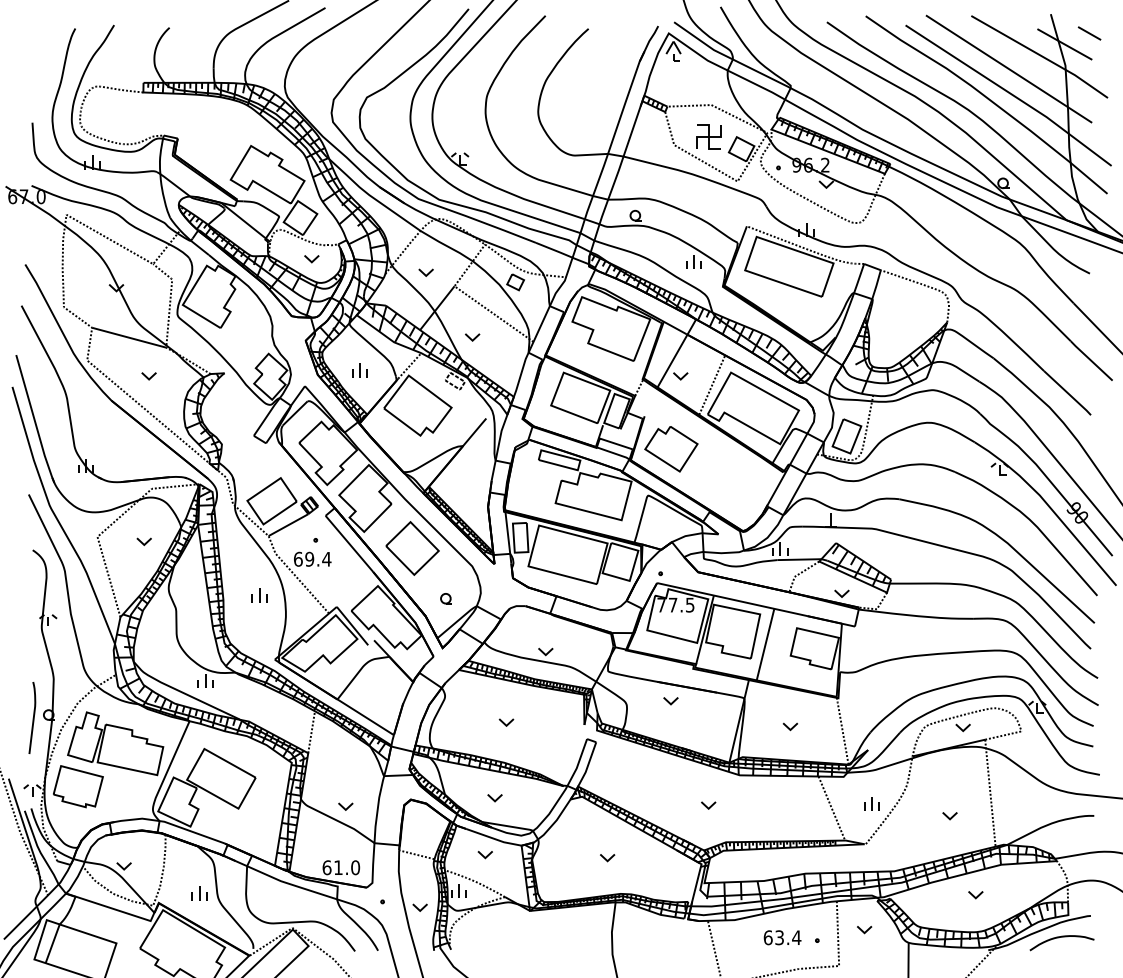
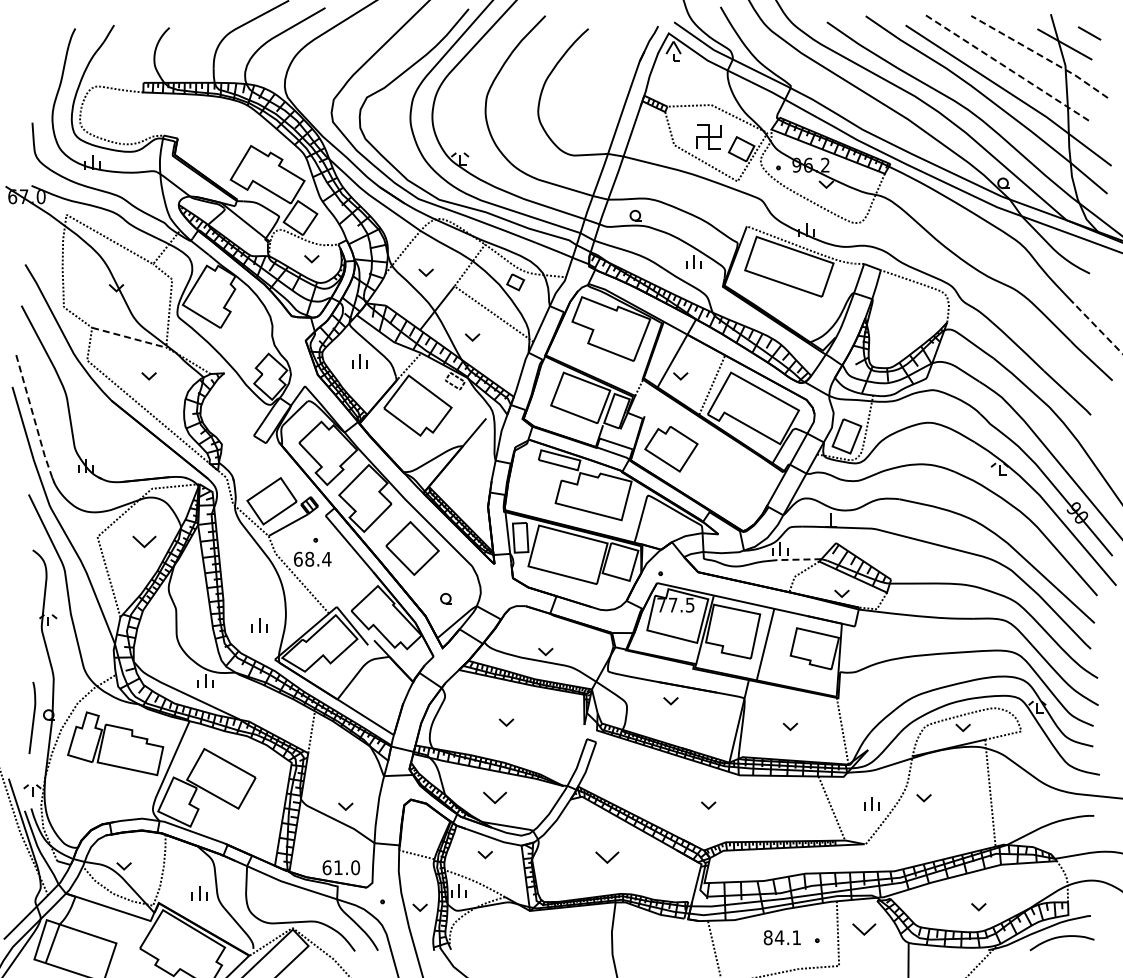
line at (1041, 56): solid -> dashed
line at (1009, 69): solid -> dashed
line at (1098, 328): solid -> dashed
line at (129, 337): solid -> dashed
part at (359, 370) position: (359, 370) -> (359, 361)
line at (34, 421): solid -> dashed
part at (143, 541) size: 16x9 px -> 25x14 px
text at (309, 559): 69.4 -> 68.4
line at (798, 559): solid -> dashed
part at (259, 595) position: (259, 595) -> (259, 625)
part at (78, 786): present -> none
part at (494, 798) size: 16x9 px -> 24x14 px
part at (949, 816) position: (949, 816) -> (923, 798)
part at (607, 858) size: 16x9 px -> 25x13 px
part at (975, 895) position: (975, 895) -> (978, 907)
part at (864, 930) size: 16x9 px -> 25x13 px
text at (782, 937): 63.4 -> 84.1
